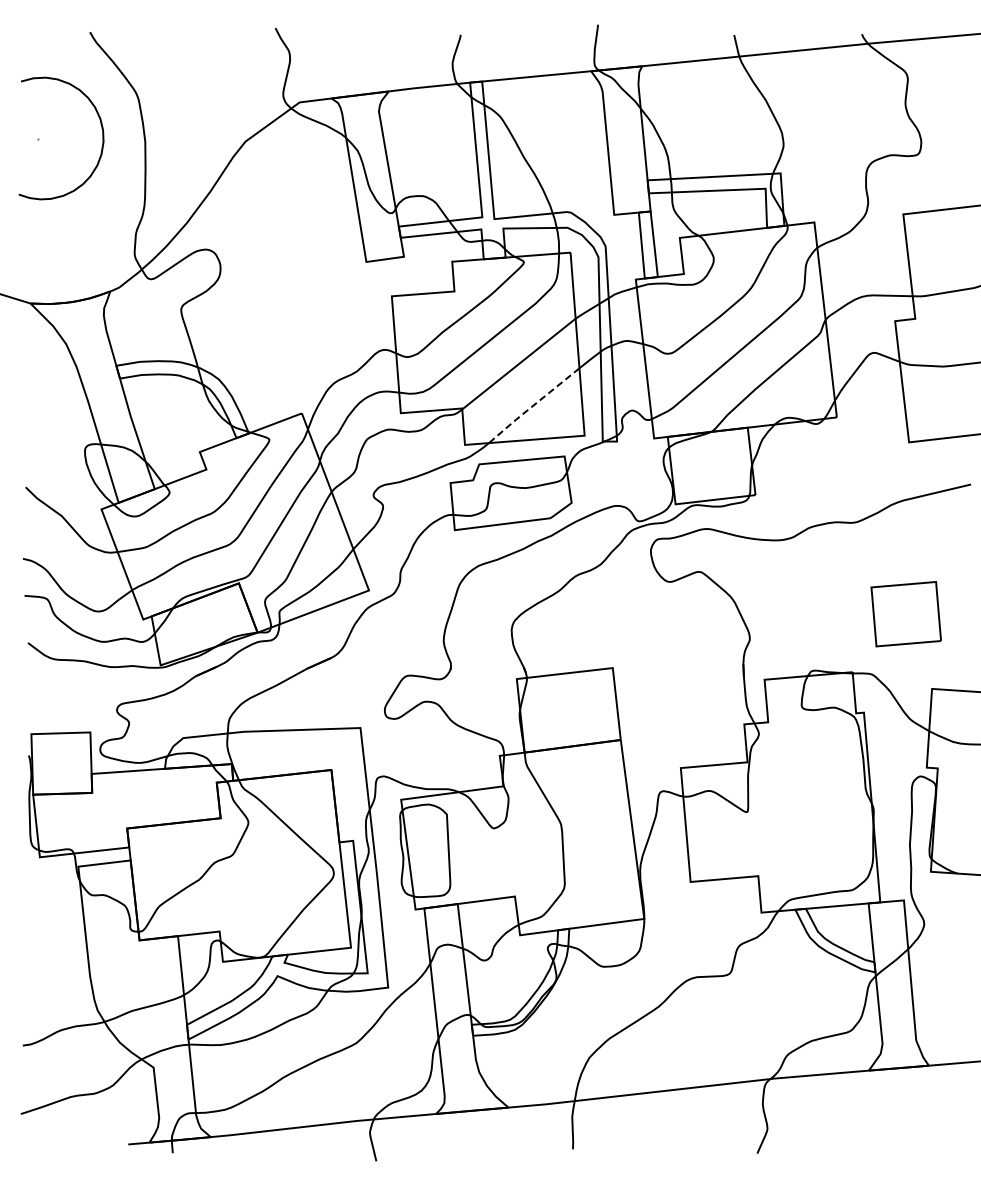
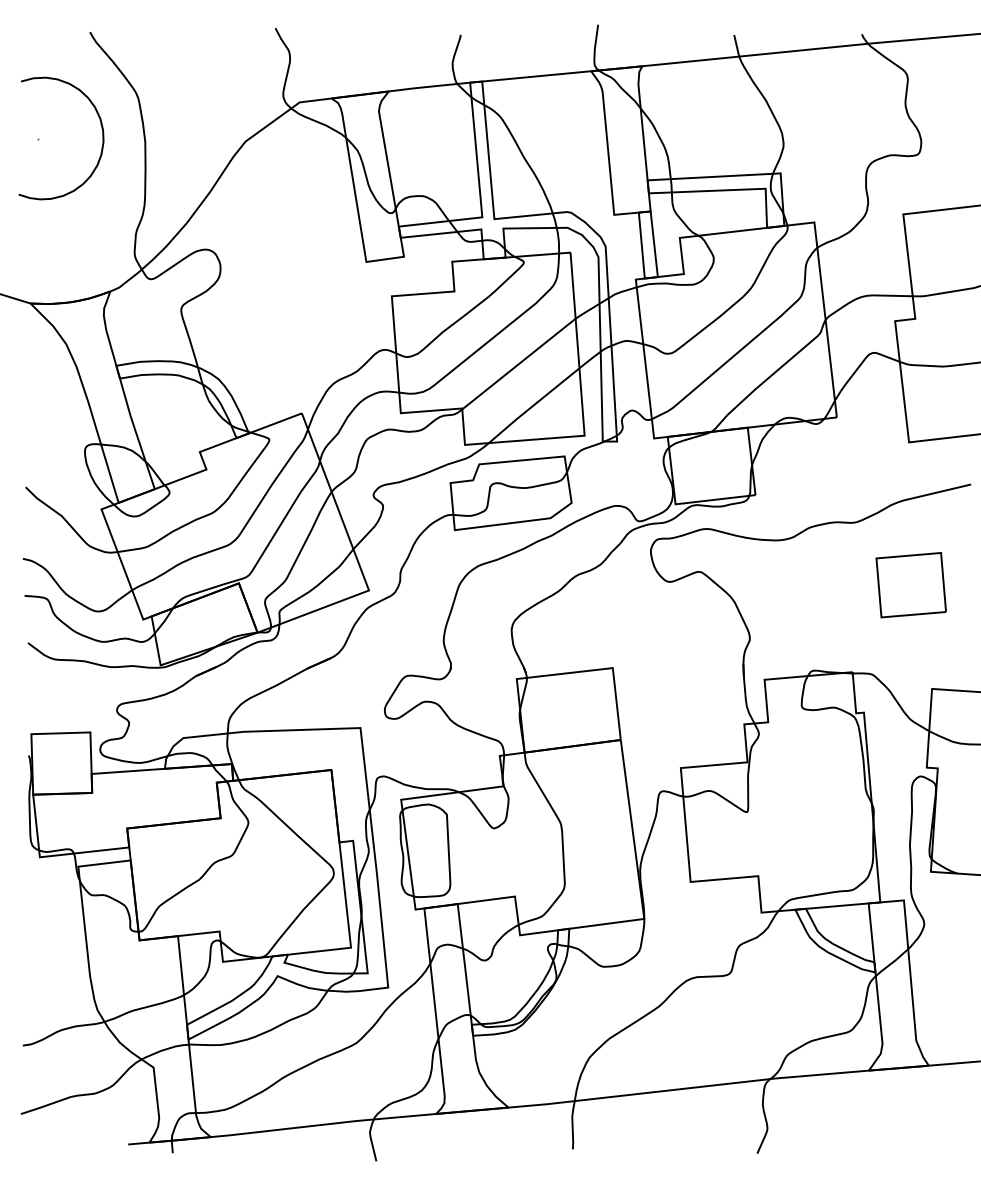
line at (532, 406): dashed -> solid
part at (905, 614) position: (905, 614) -> (910, 585)
